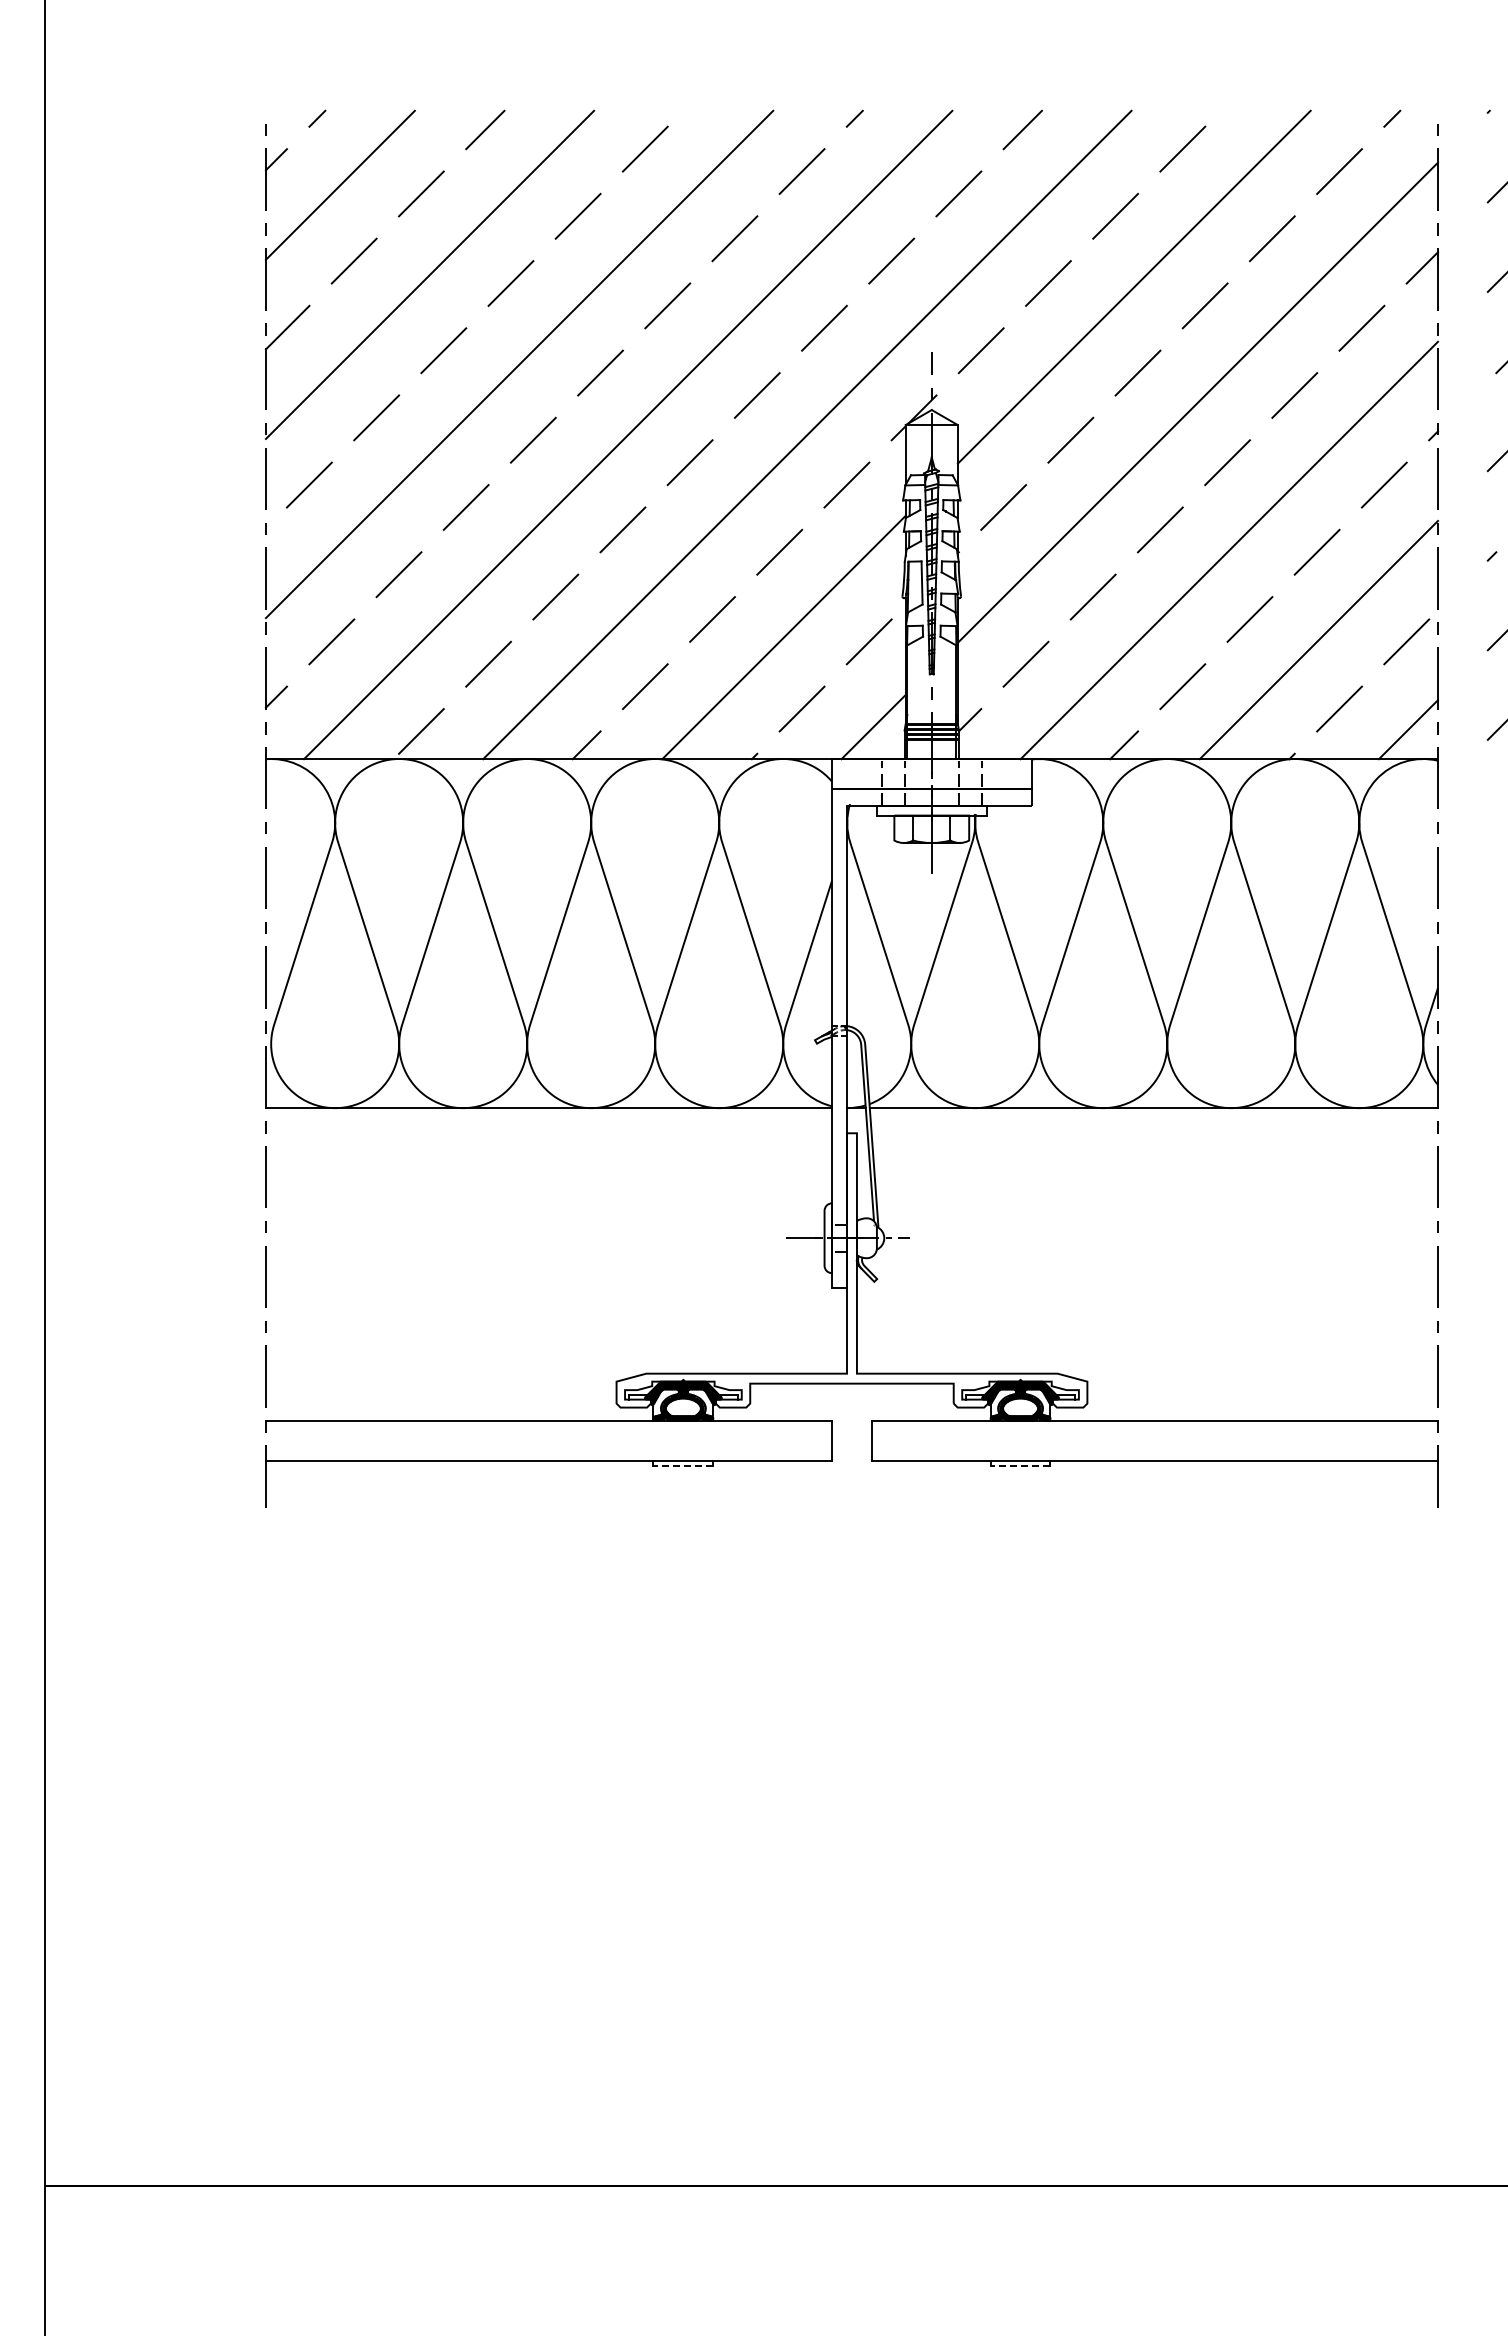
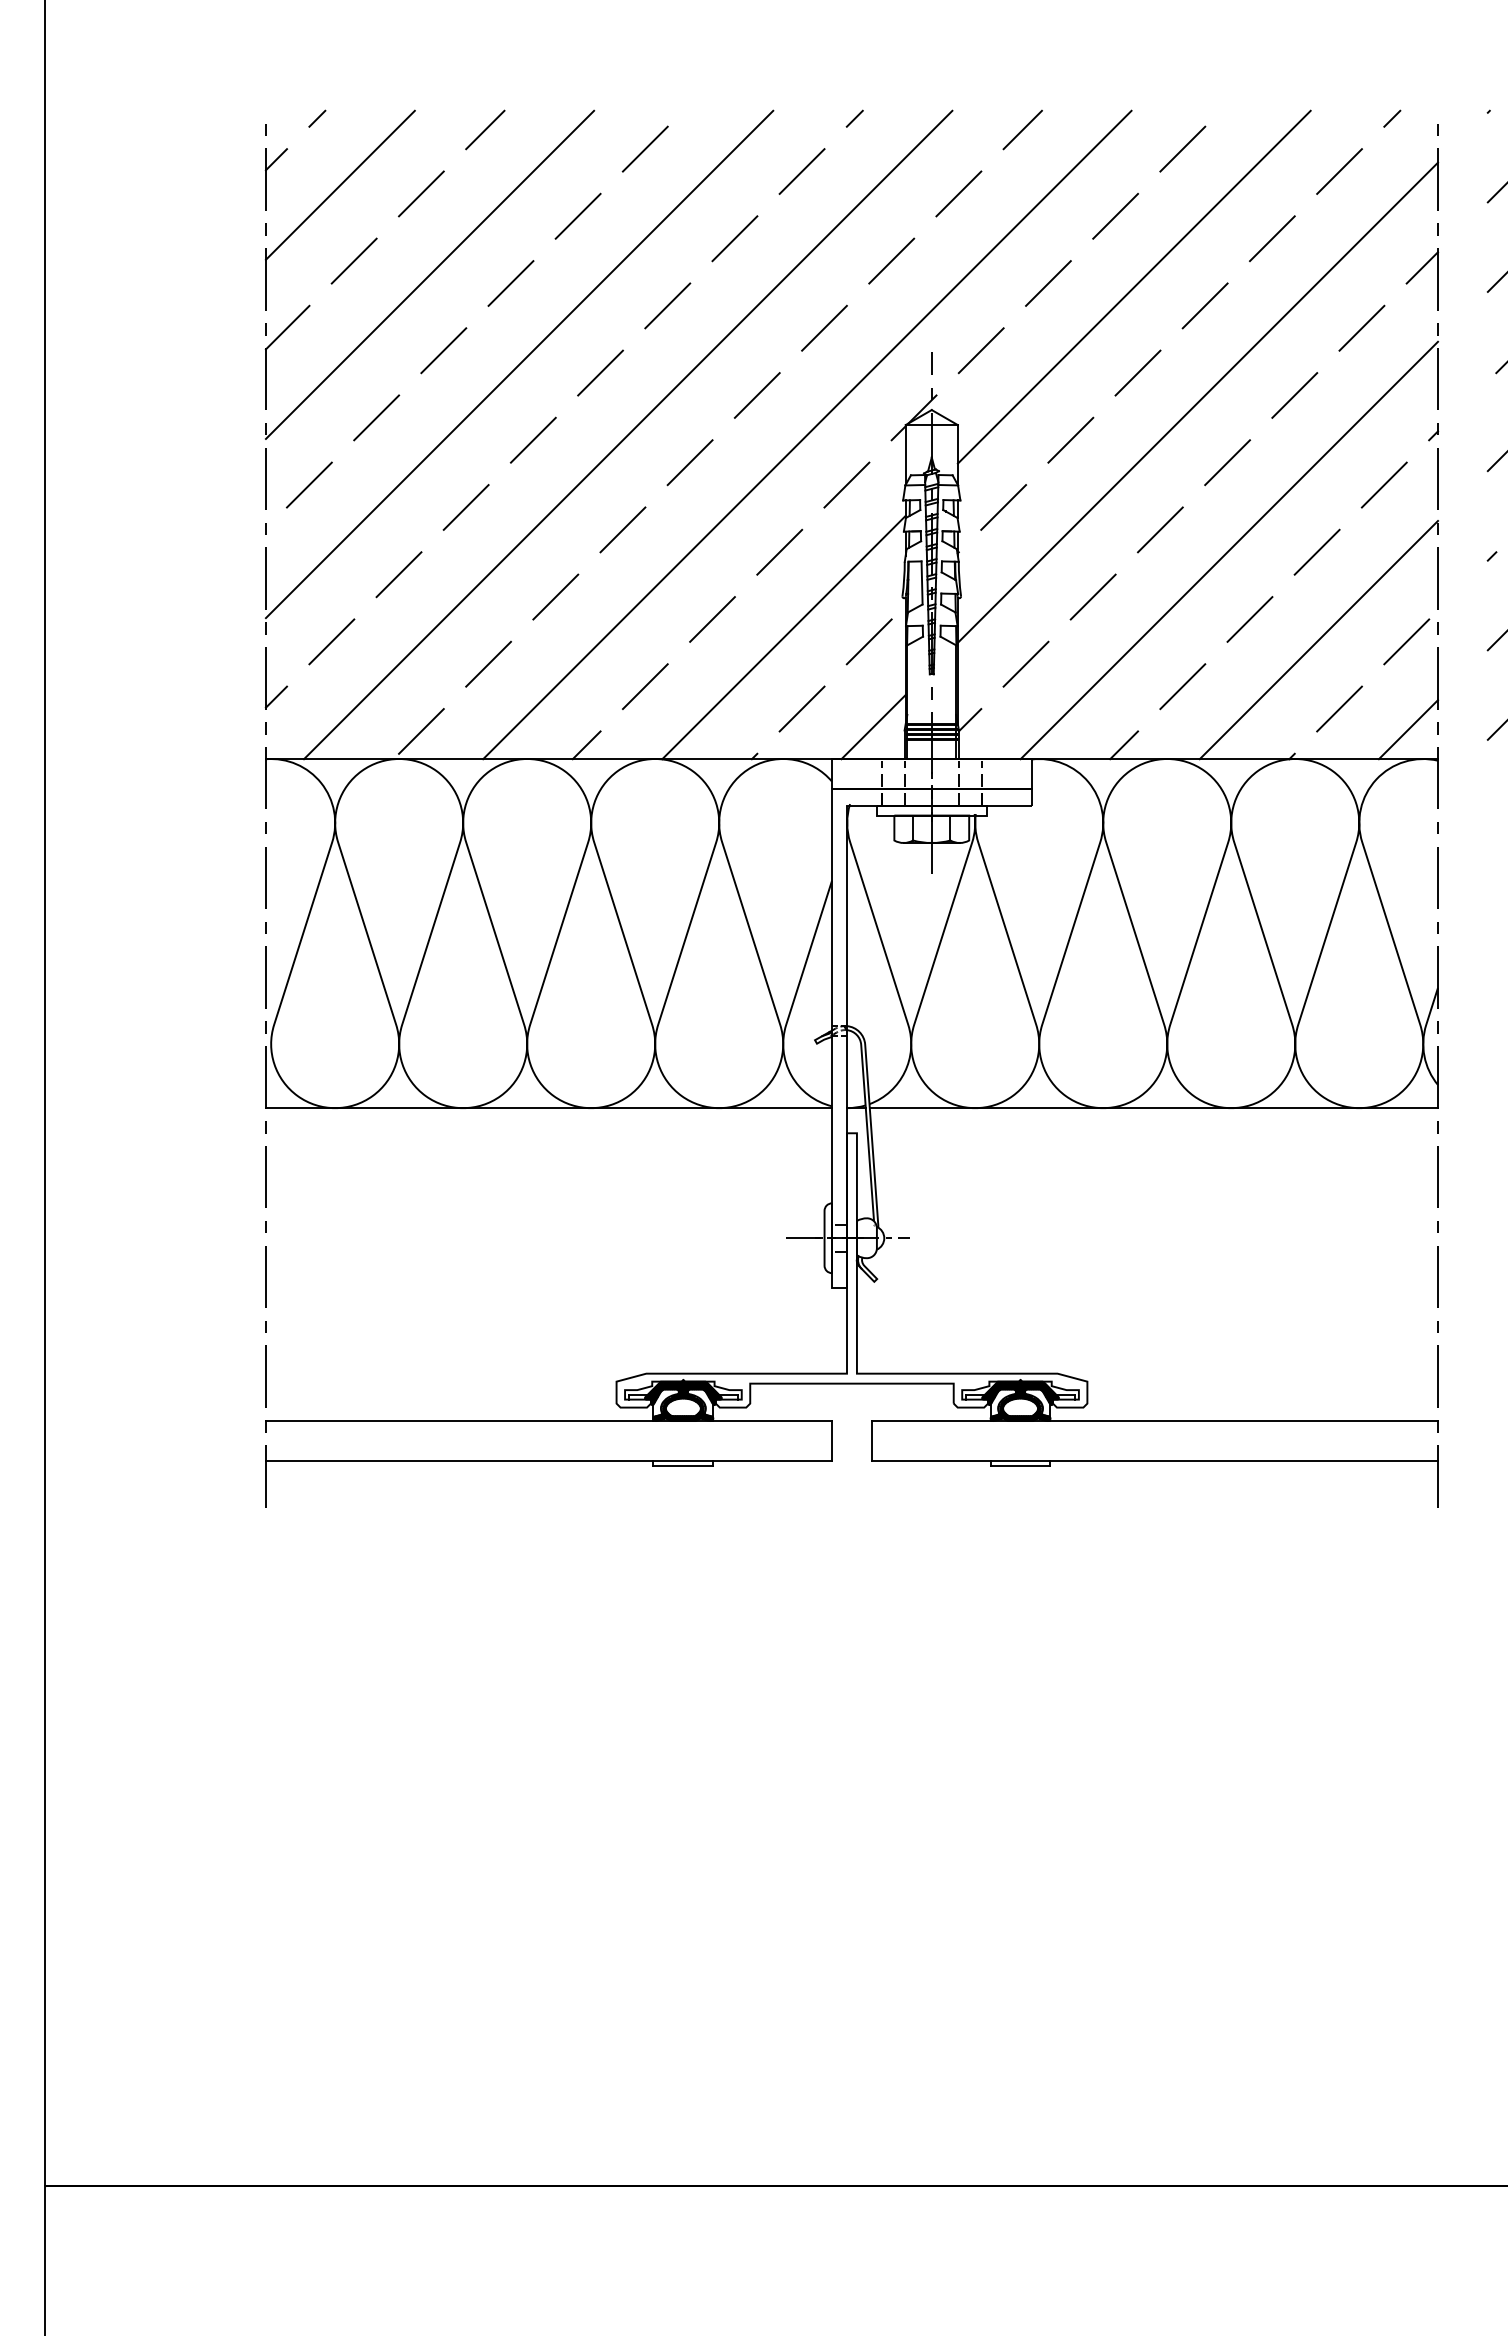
line at (683, 1465): dashed -> solid
line at (1020, 1465): dashed -> solid
